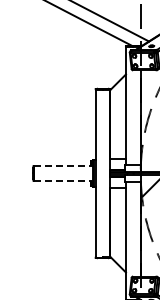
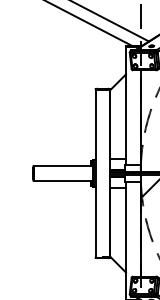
line at (63, 166): dashed -> solid
line at (63, 180): dashed -> solid
